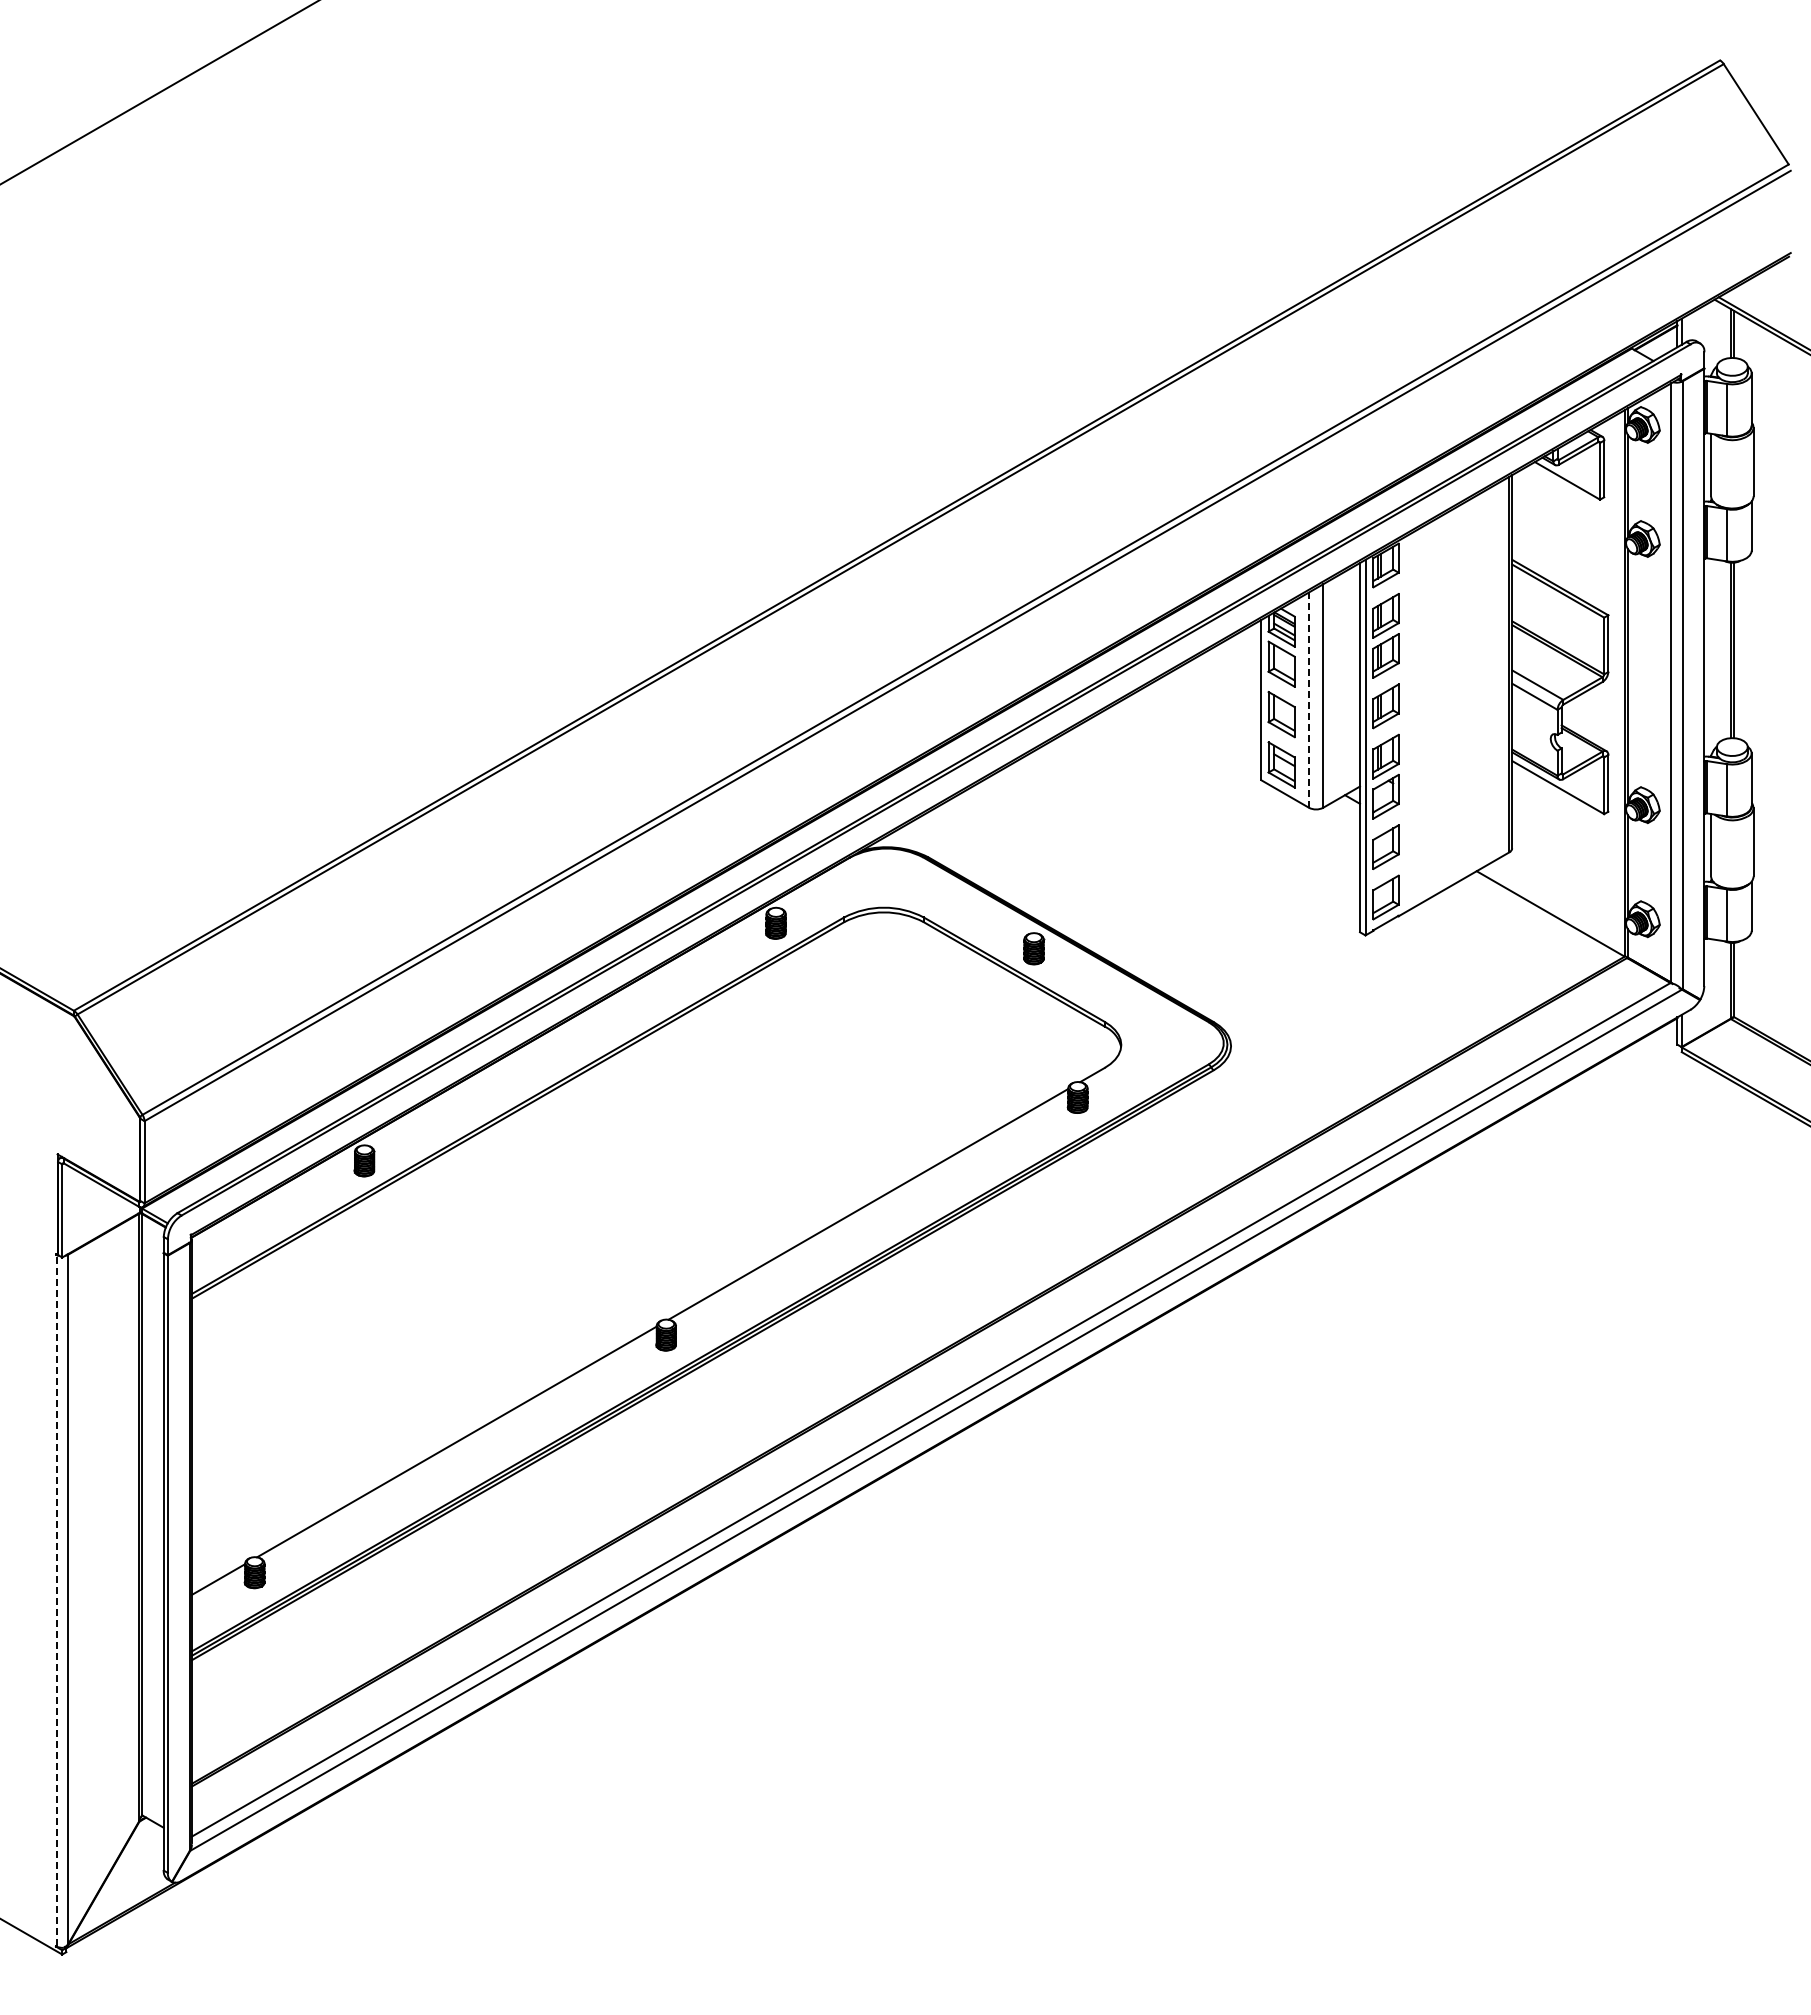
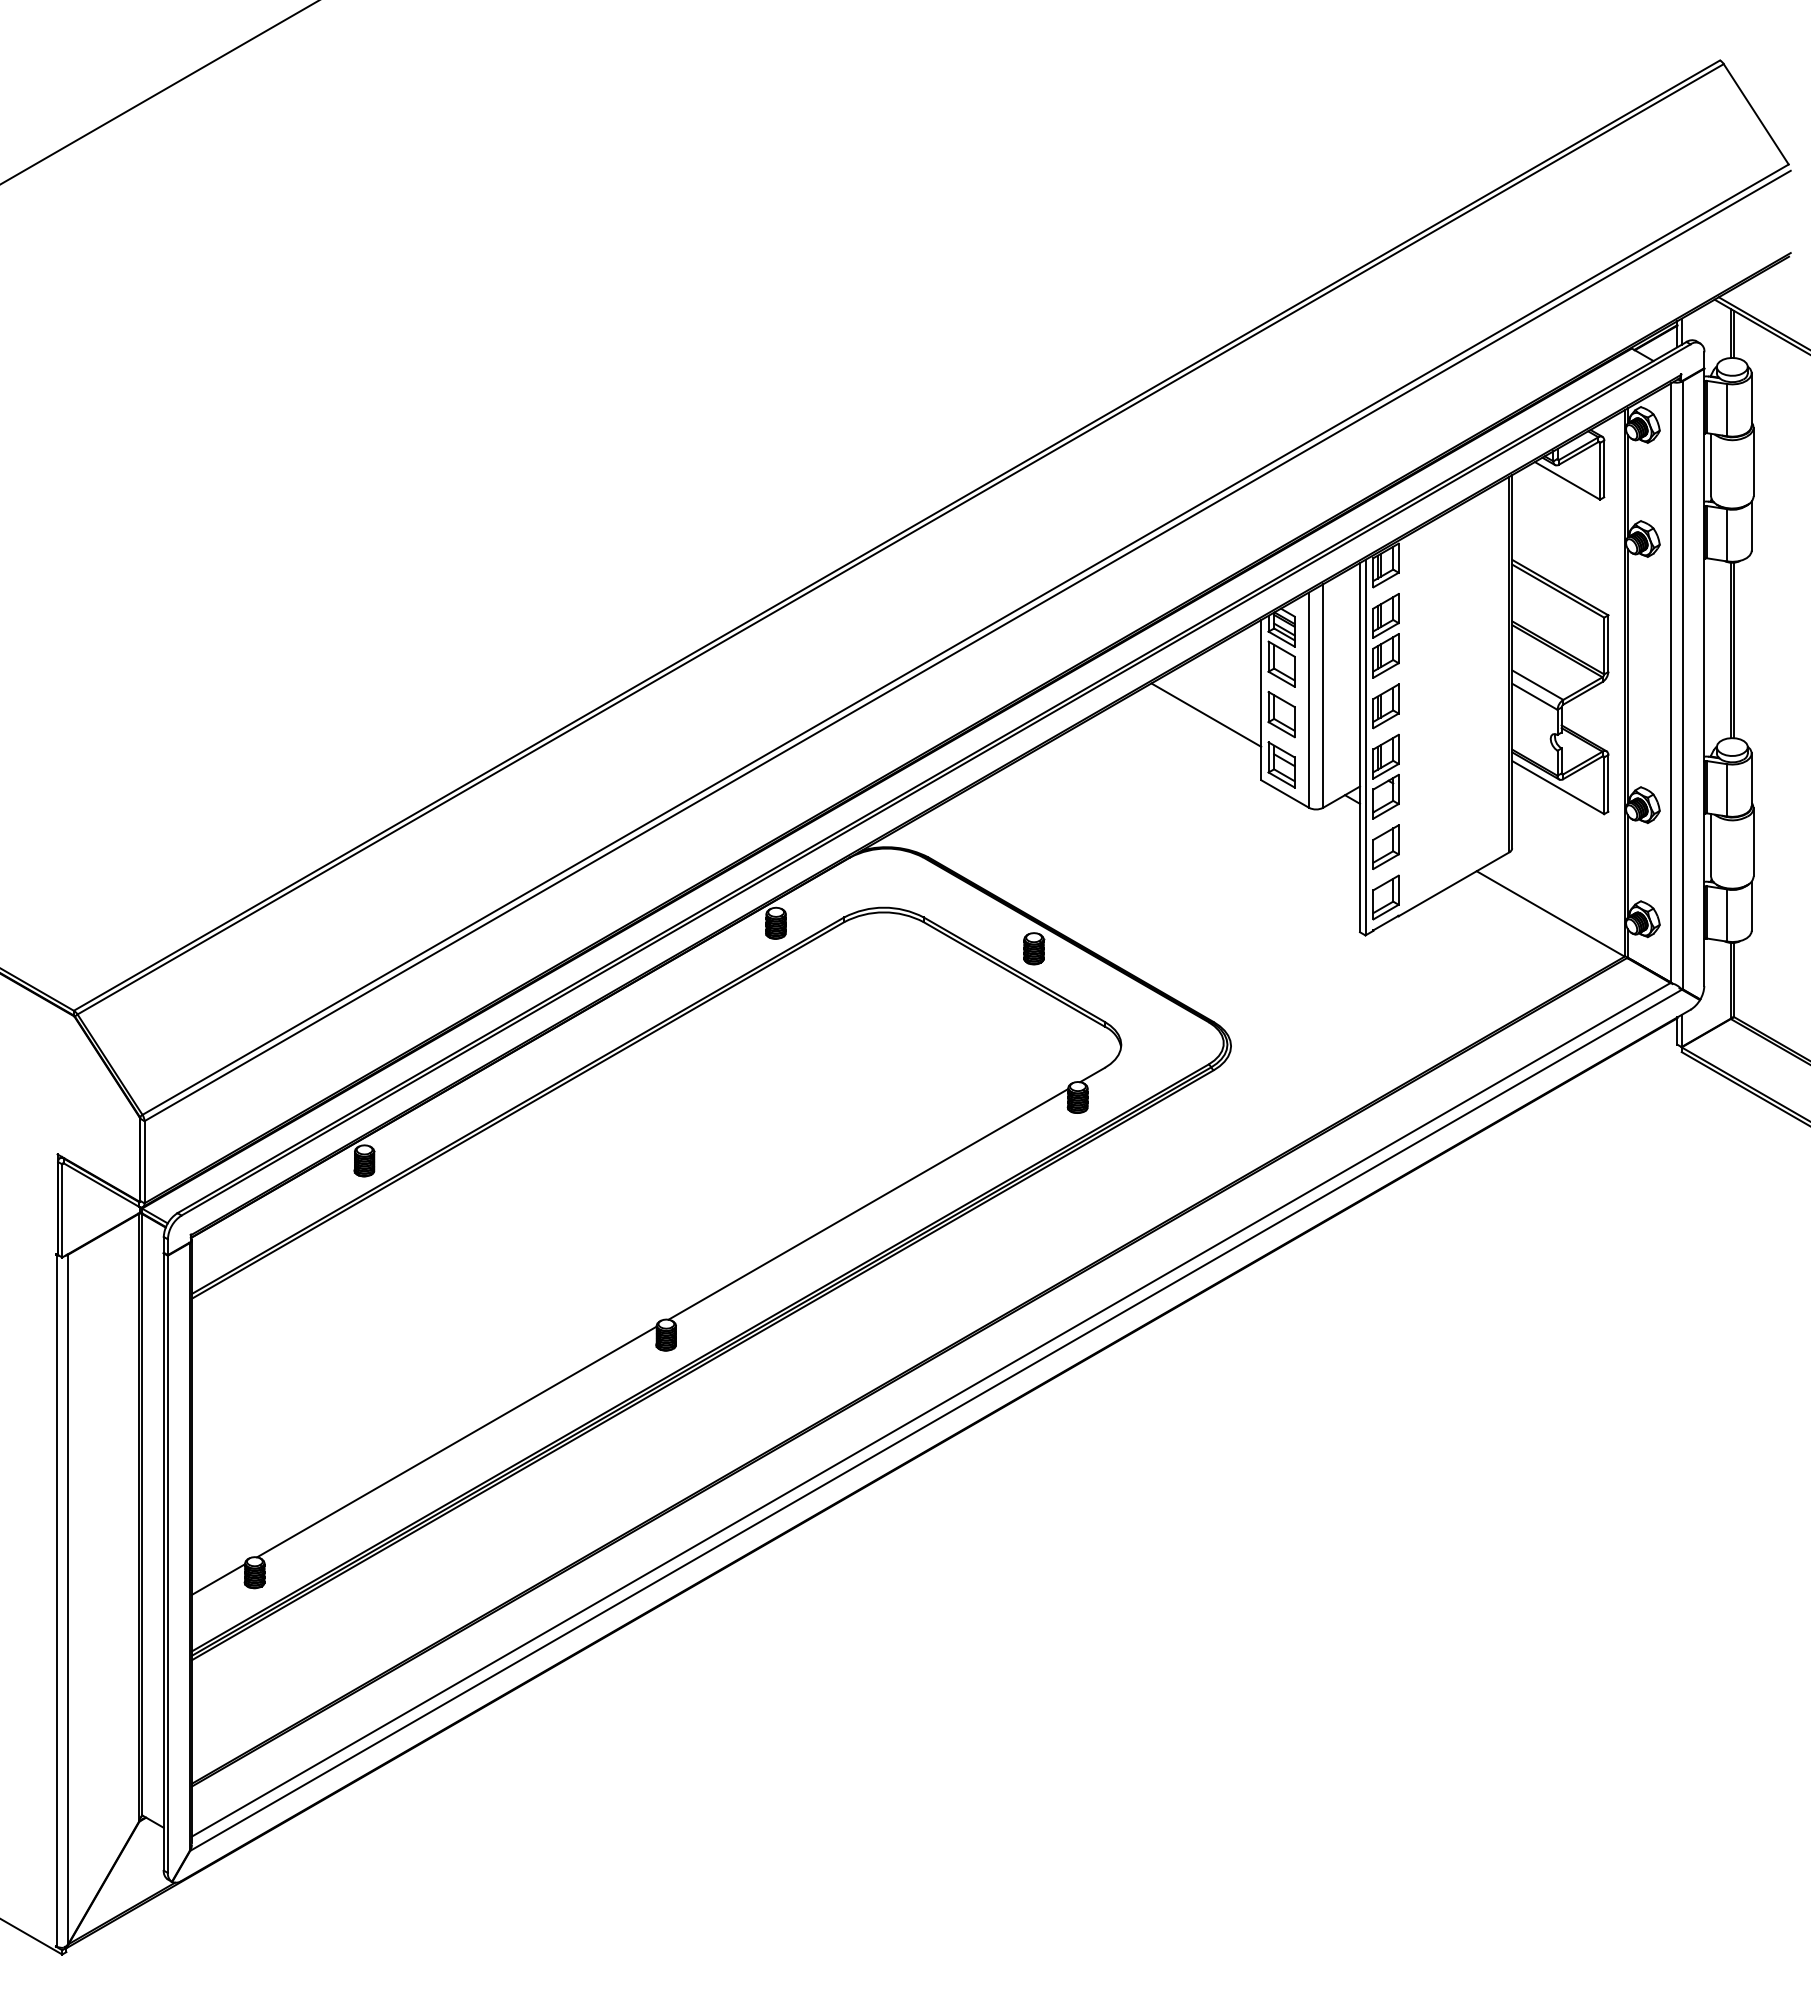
line at (1308, 700): dashed -> solid
line at (1206, 714): none -> present
line at (56, 1600): dashed -> solid
